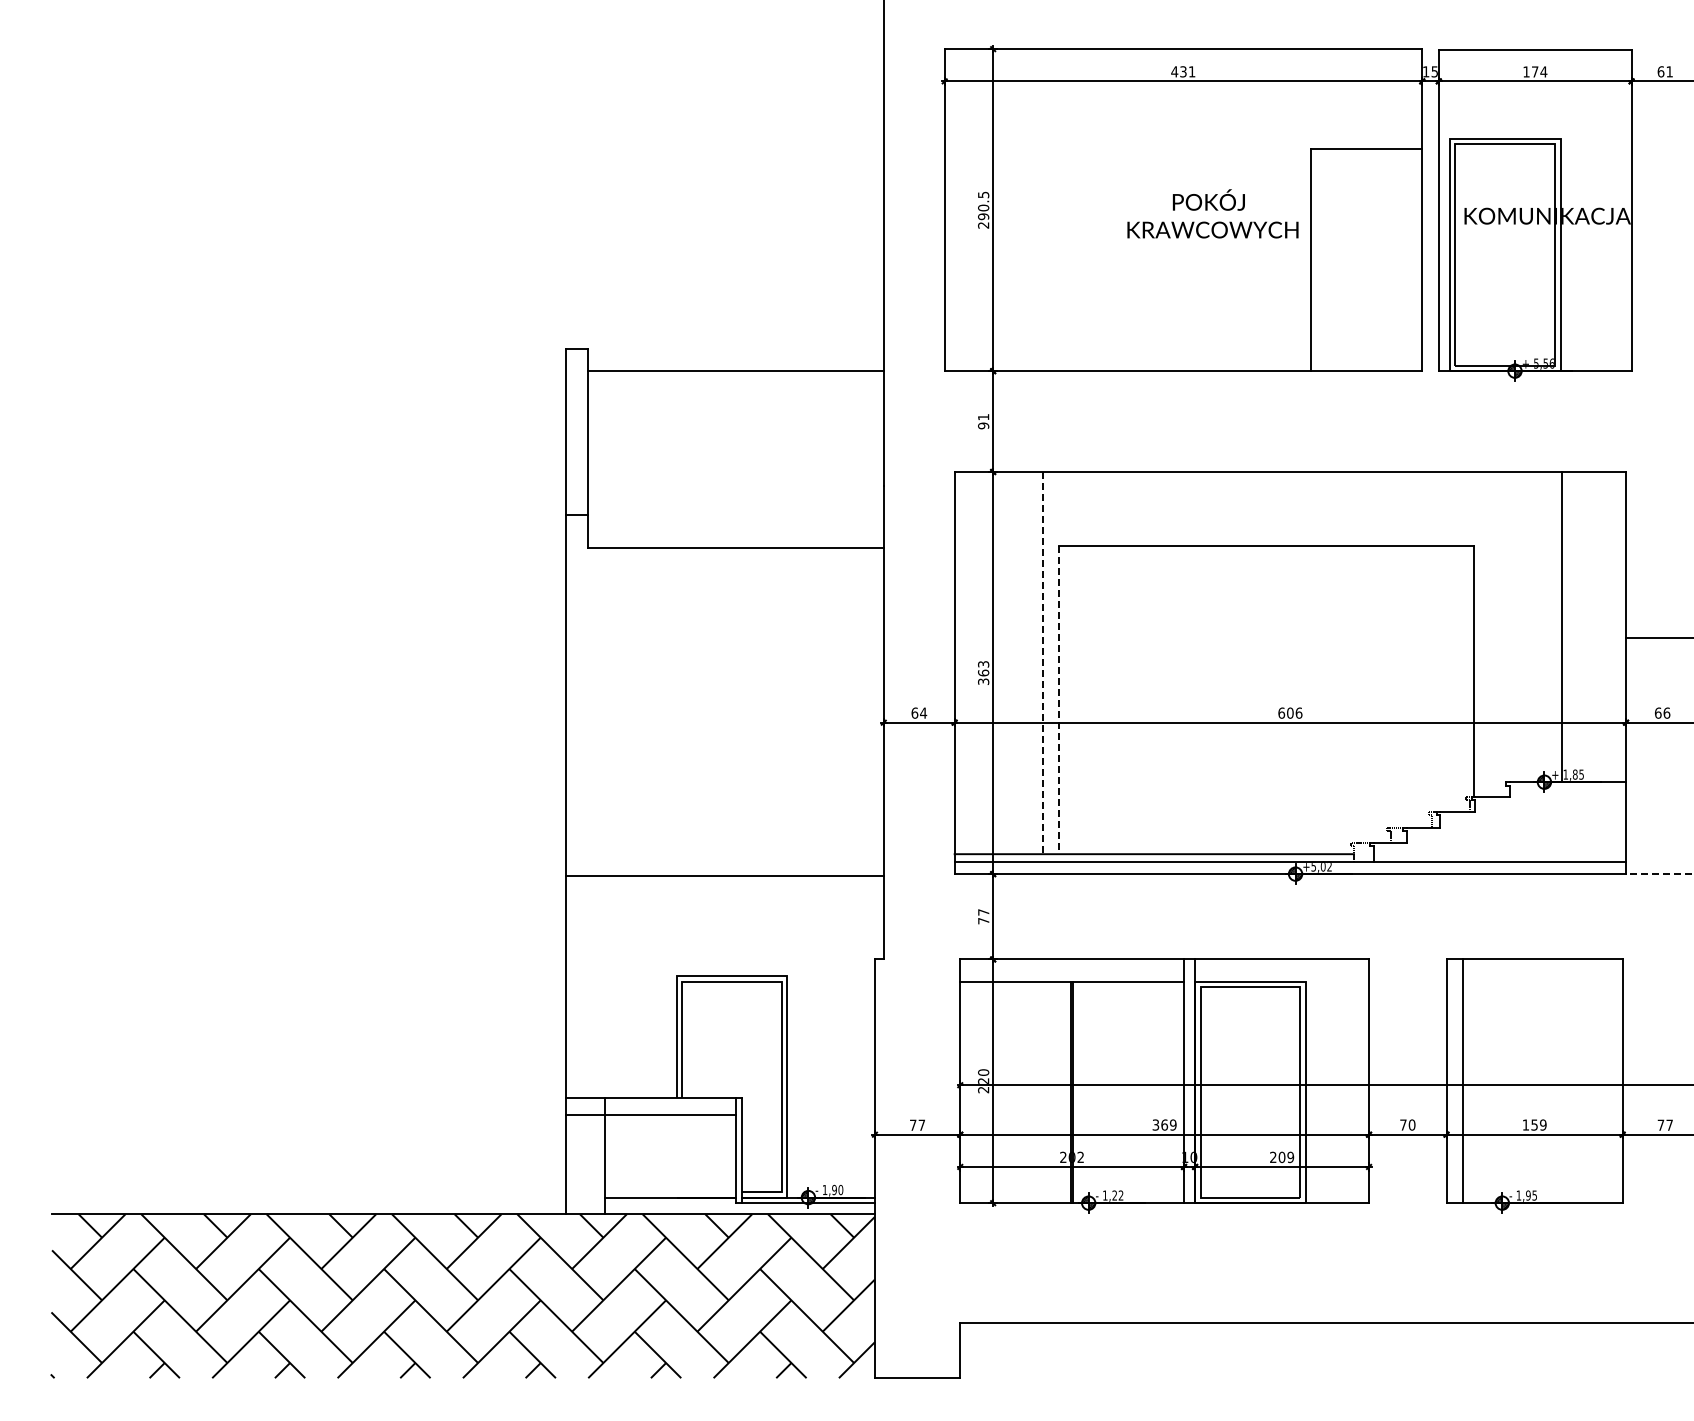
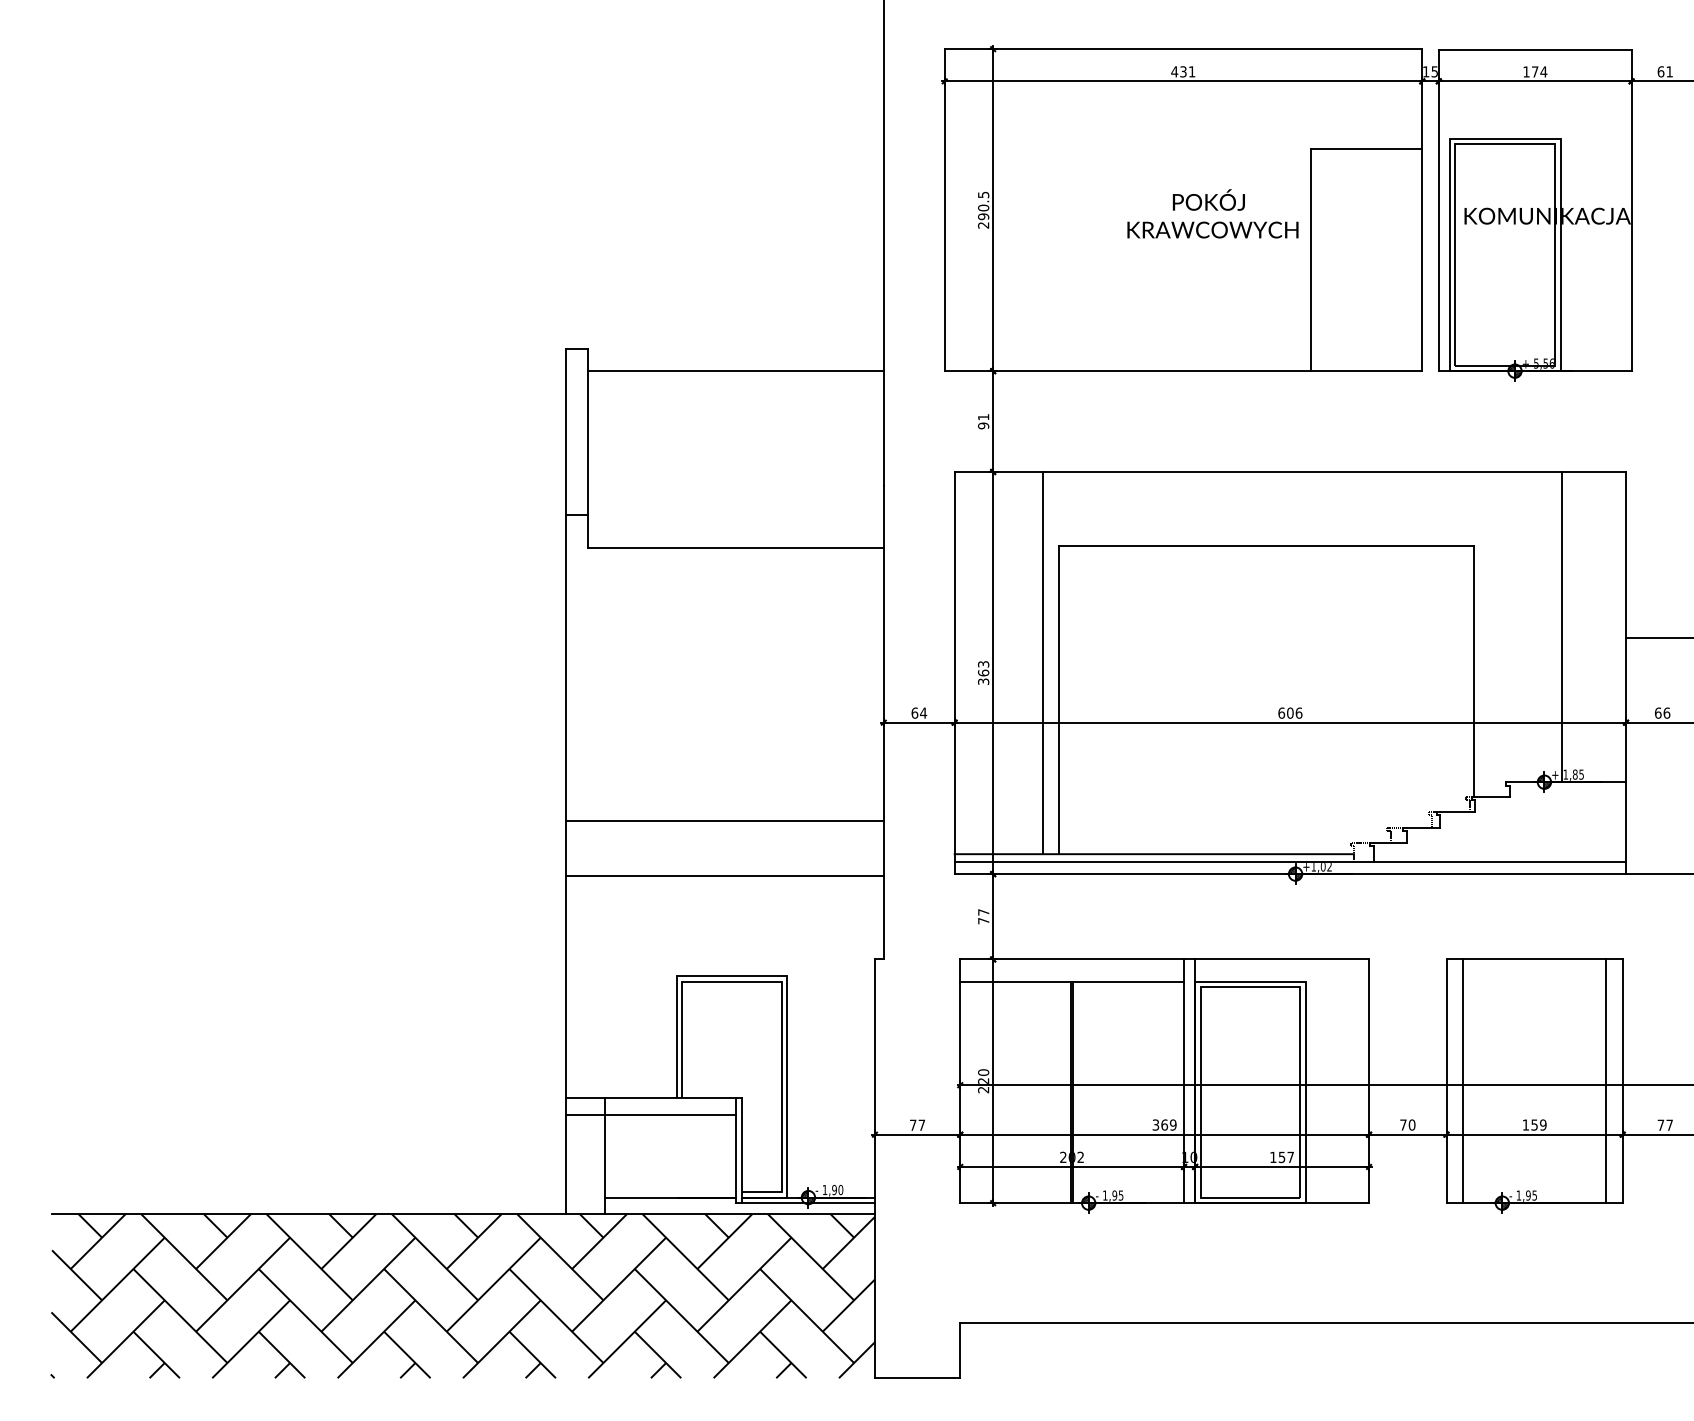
line at (1043, 663): dashed -> solid
line at (1058, 700): dashed -> solid
line at (724, 820): none -> present
text at (1313, 867): +5,02 -> +1,02
line at (1659, 874): dashed -> solid
line at (1606, 1081): none -> present
text at (1282, 1157): 209 -> 157
text at (1117, 1195): 1,22 -> 1,95
